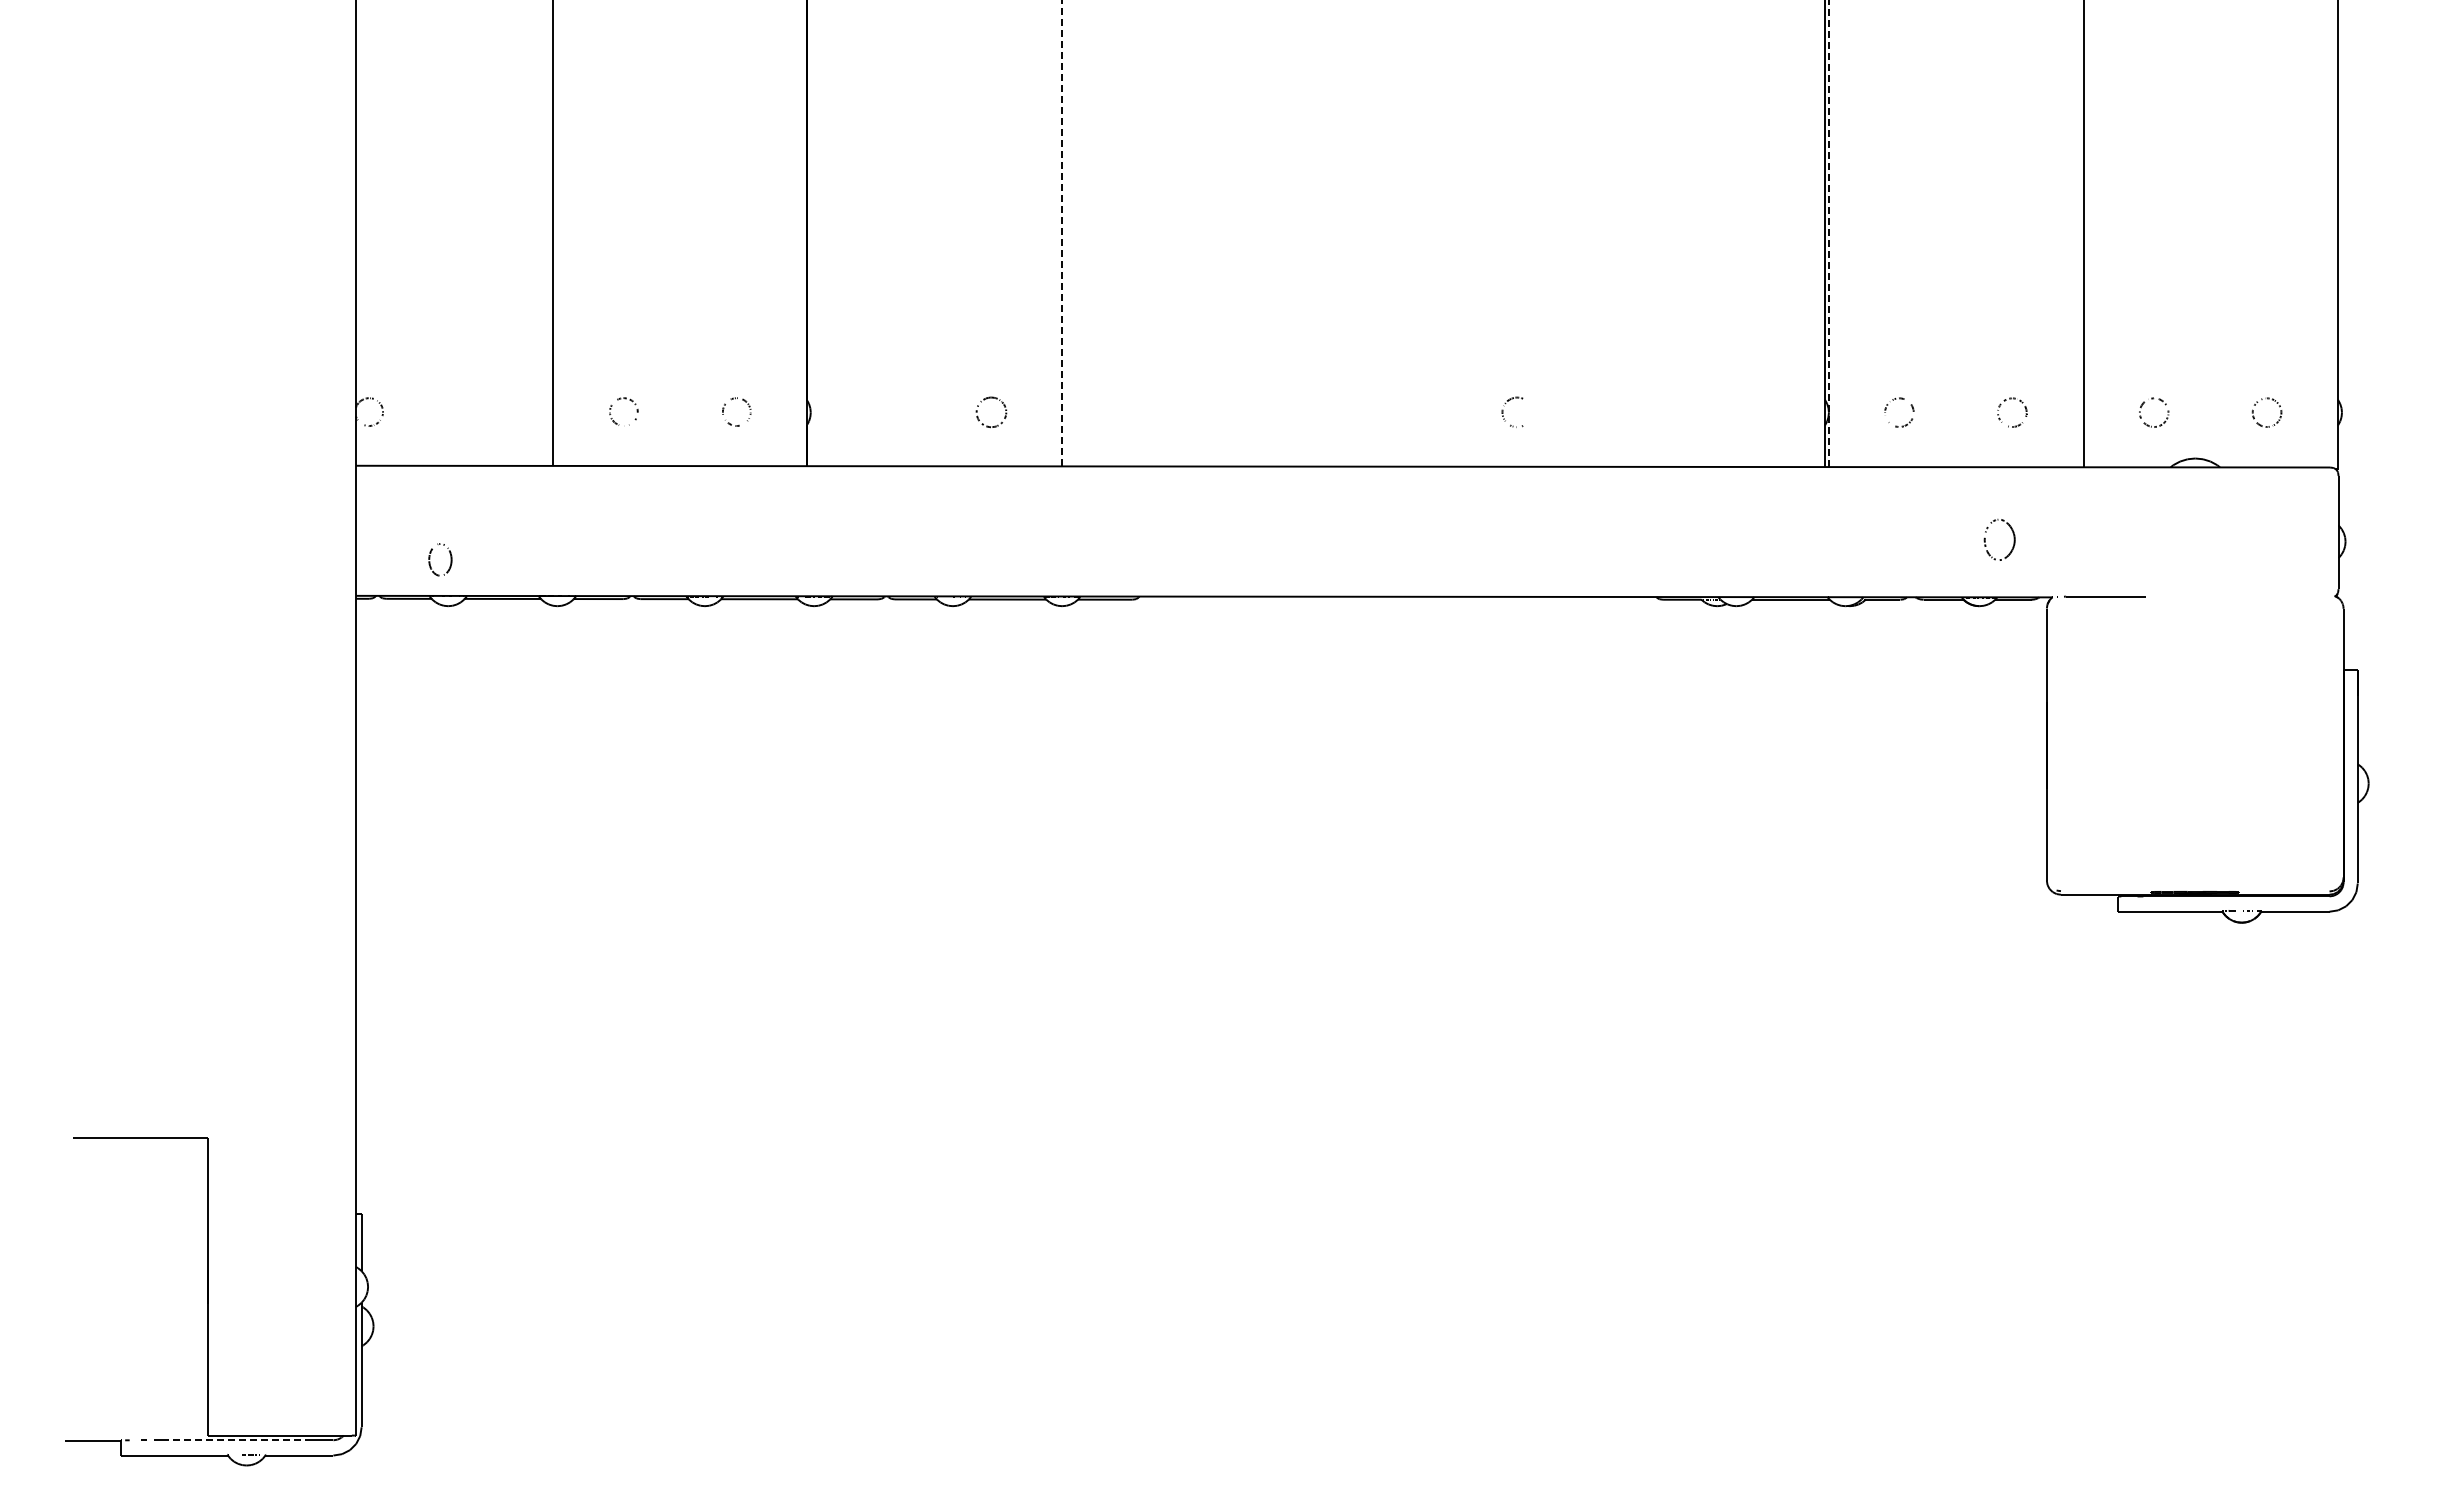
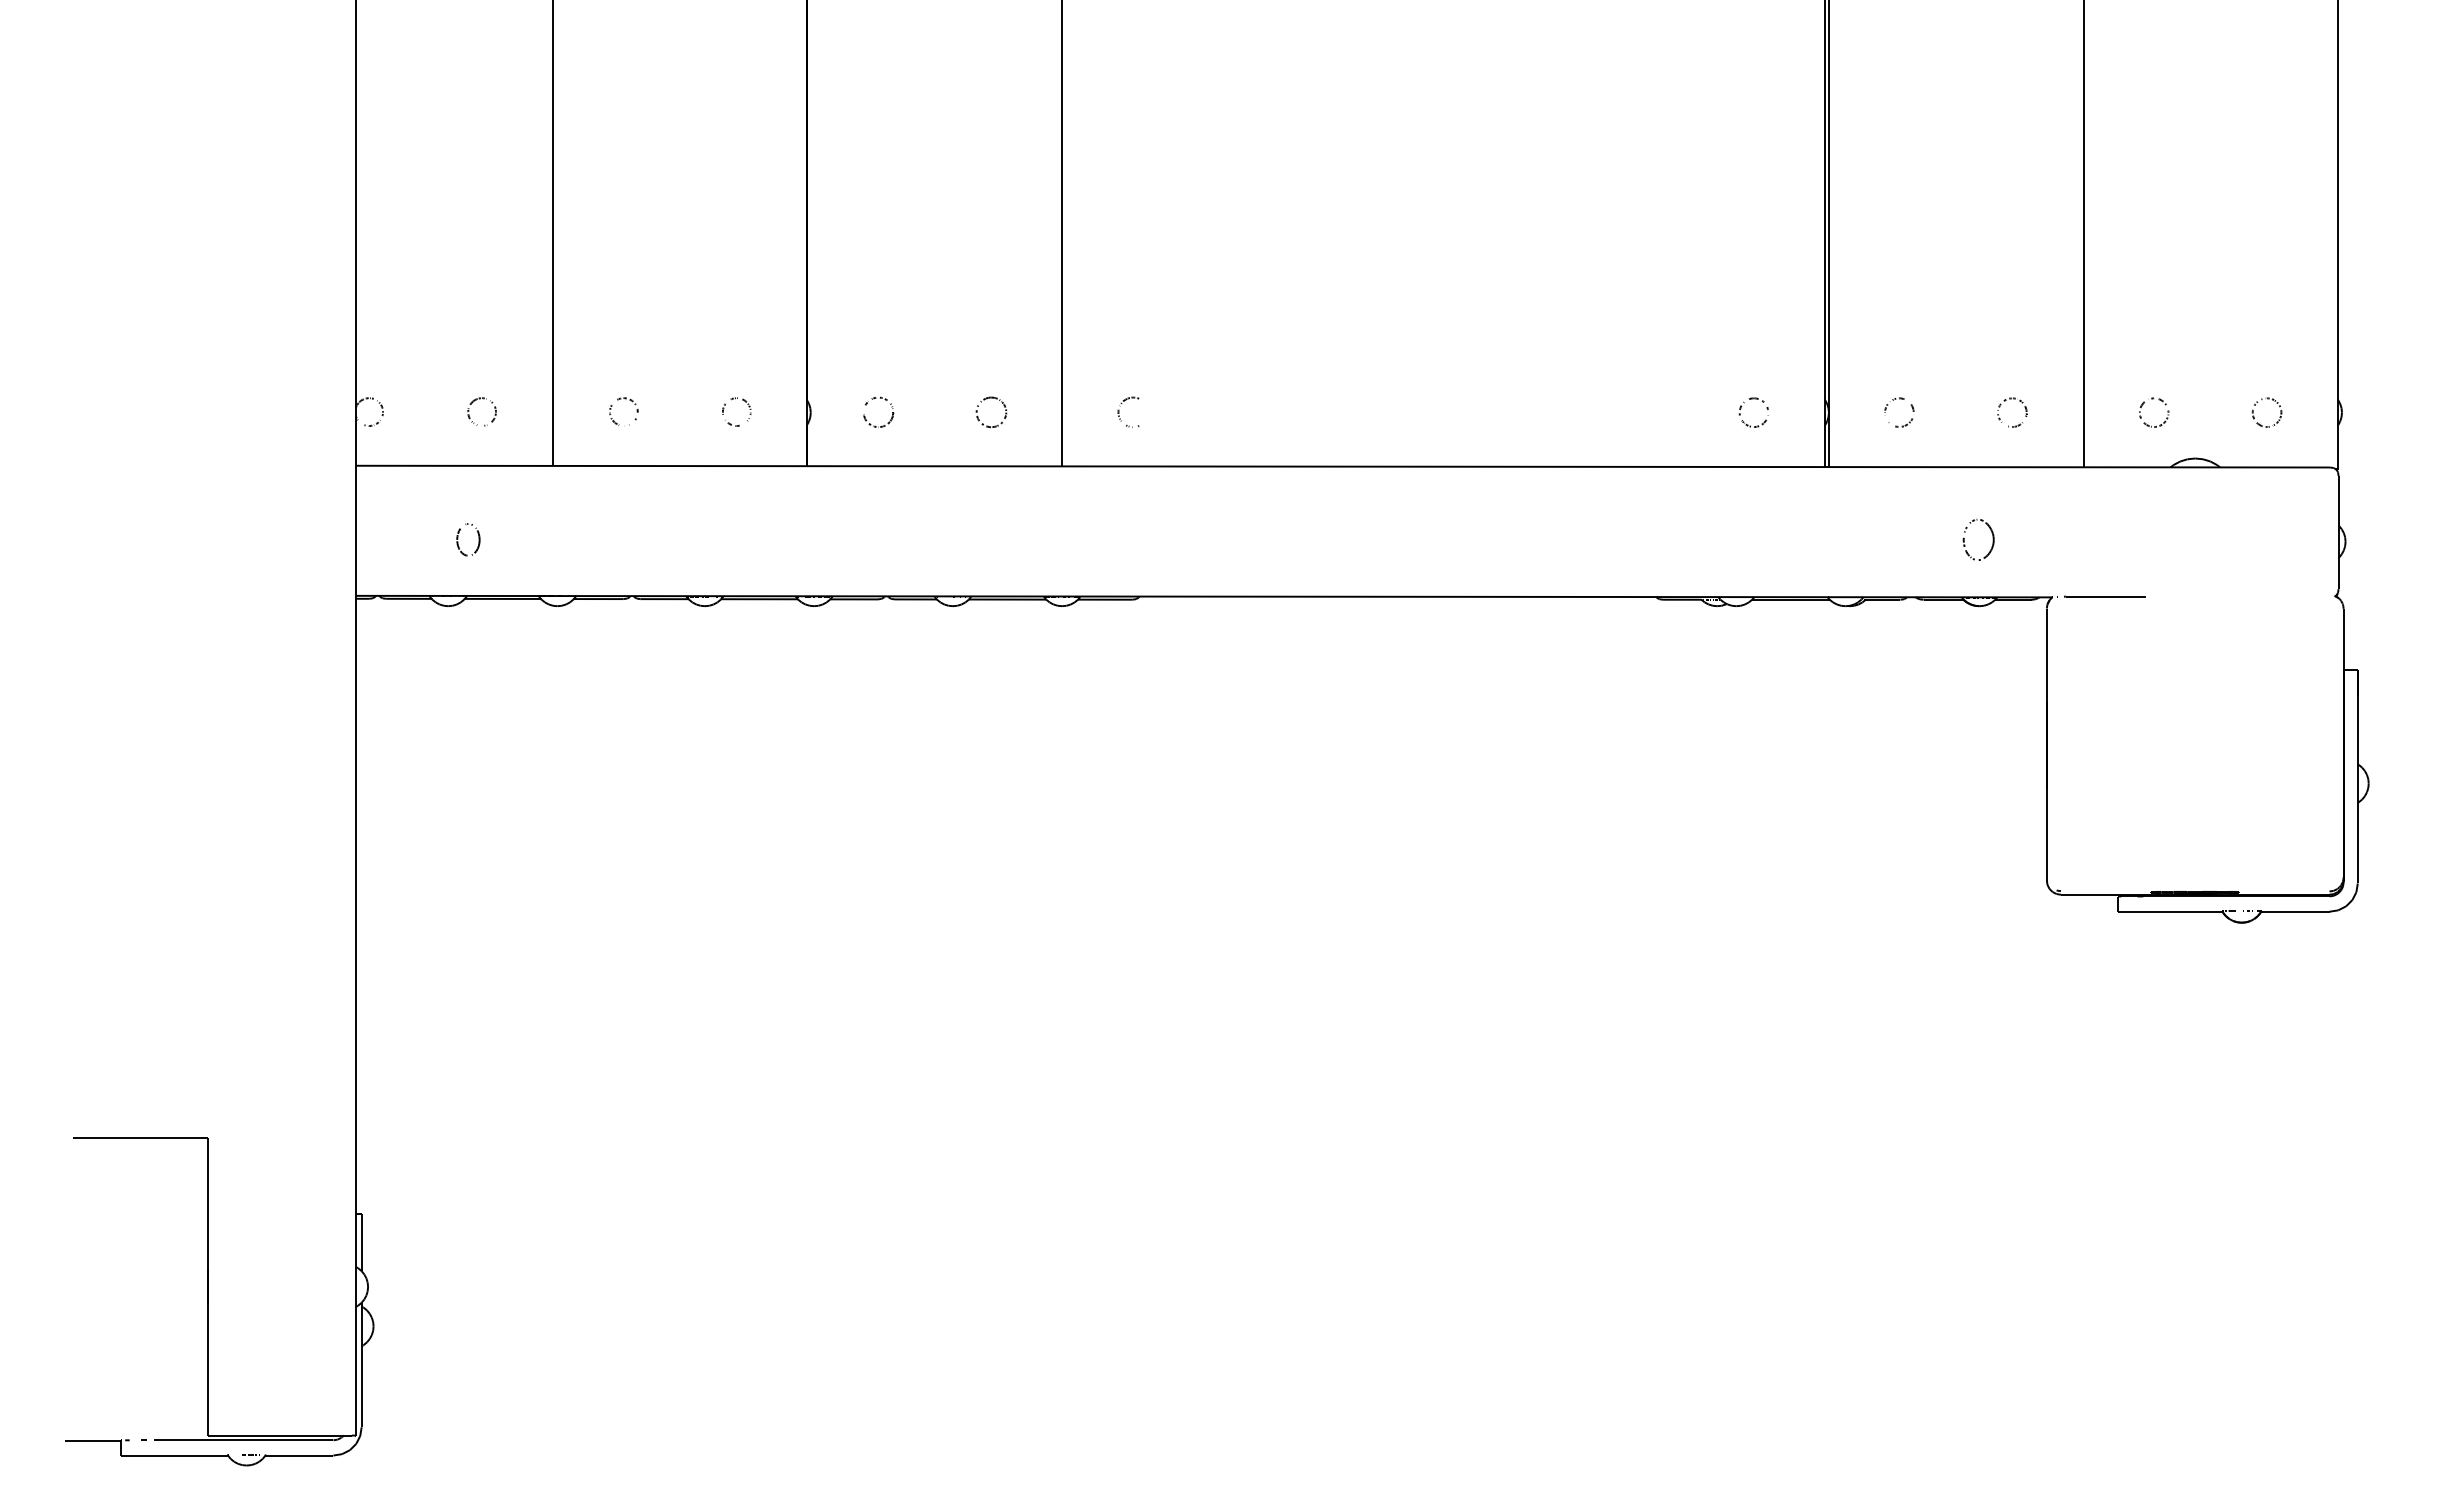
line at (1061, 233): dashed -> solid
line at (1829, 233): dashed -> solid
part at (874, 399): none -> present
part at (1742, 406): none -> present
part at (469, 411): none -> present
part at (1503, 411) position: (1503, 411) -> (1119, 411)
part at (1985, 539) position: (1985, 539) -> (1964, 539)
part at (430, 559) position: (430, 559) -> (458, 539)
line at (236, 1440): dashed -> solid
